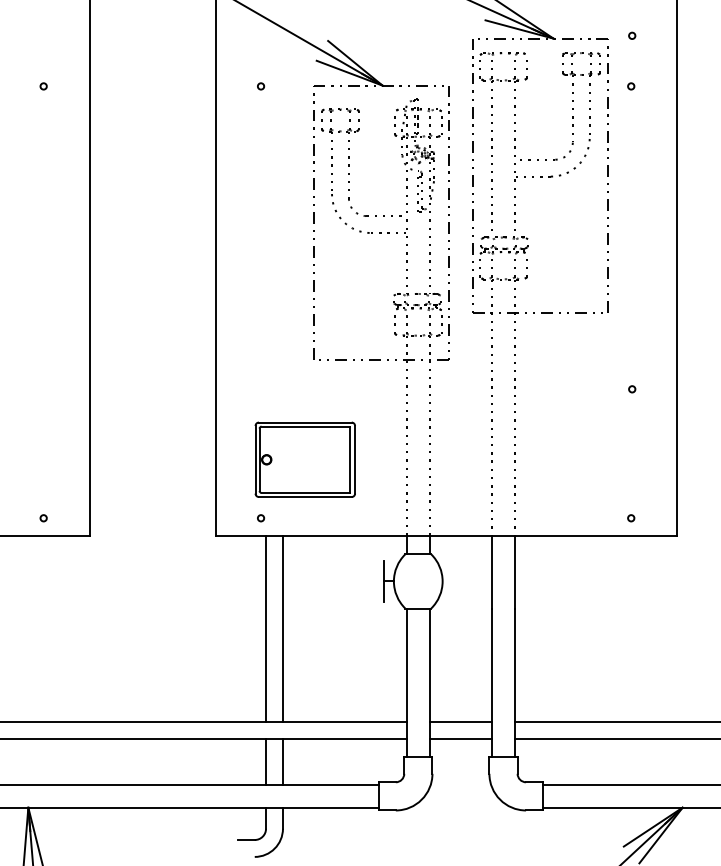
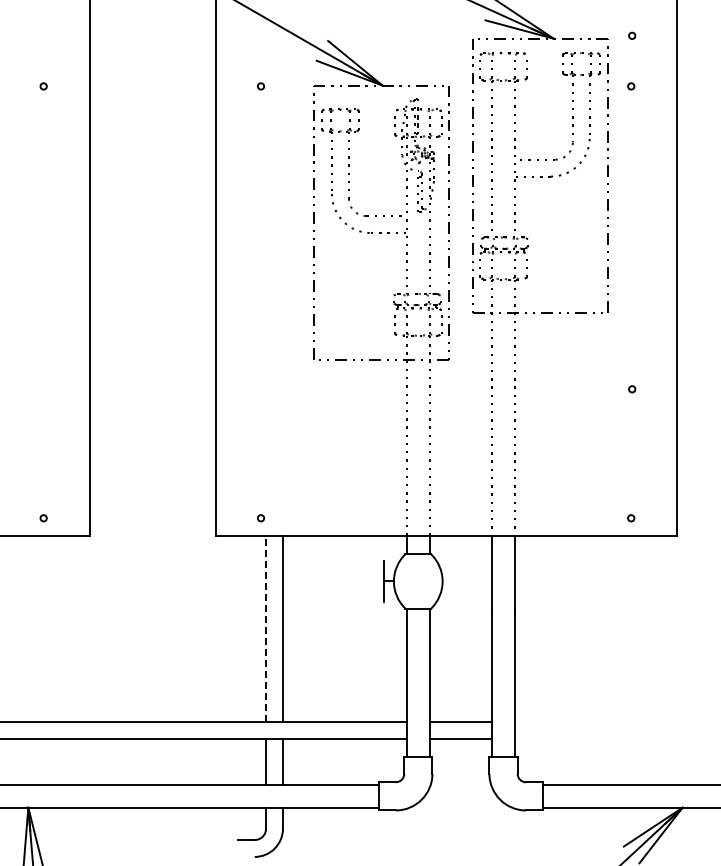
part at (304, 459): present -> none
line at (266, 628): solid -> dashed
line at (615, 721): present -> none
line at (615, 738): present -> none
